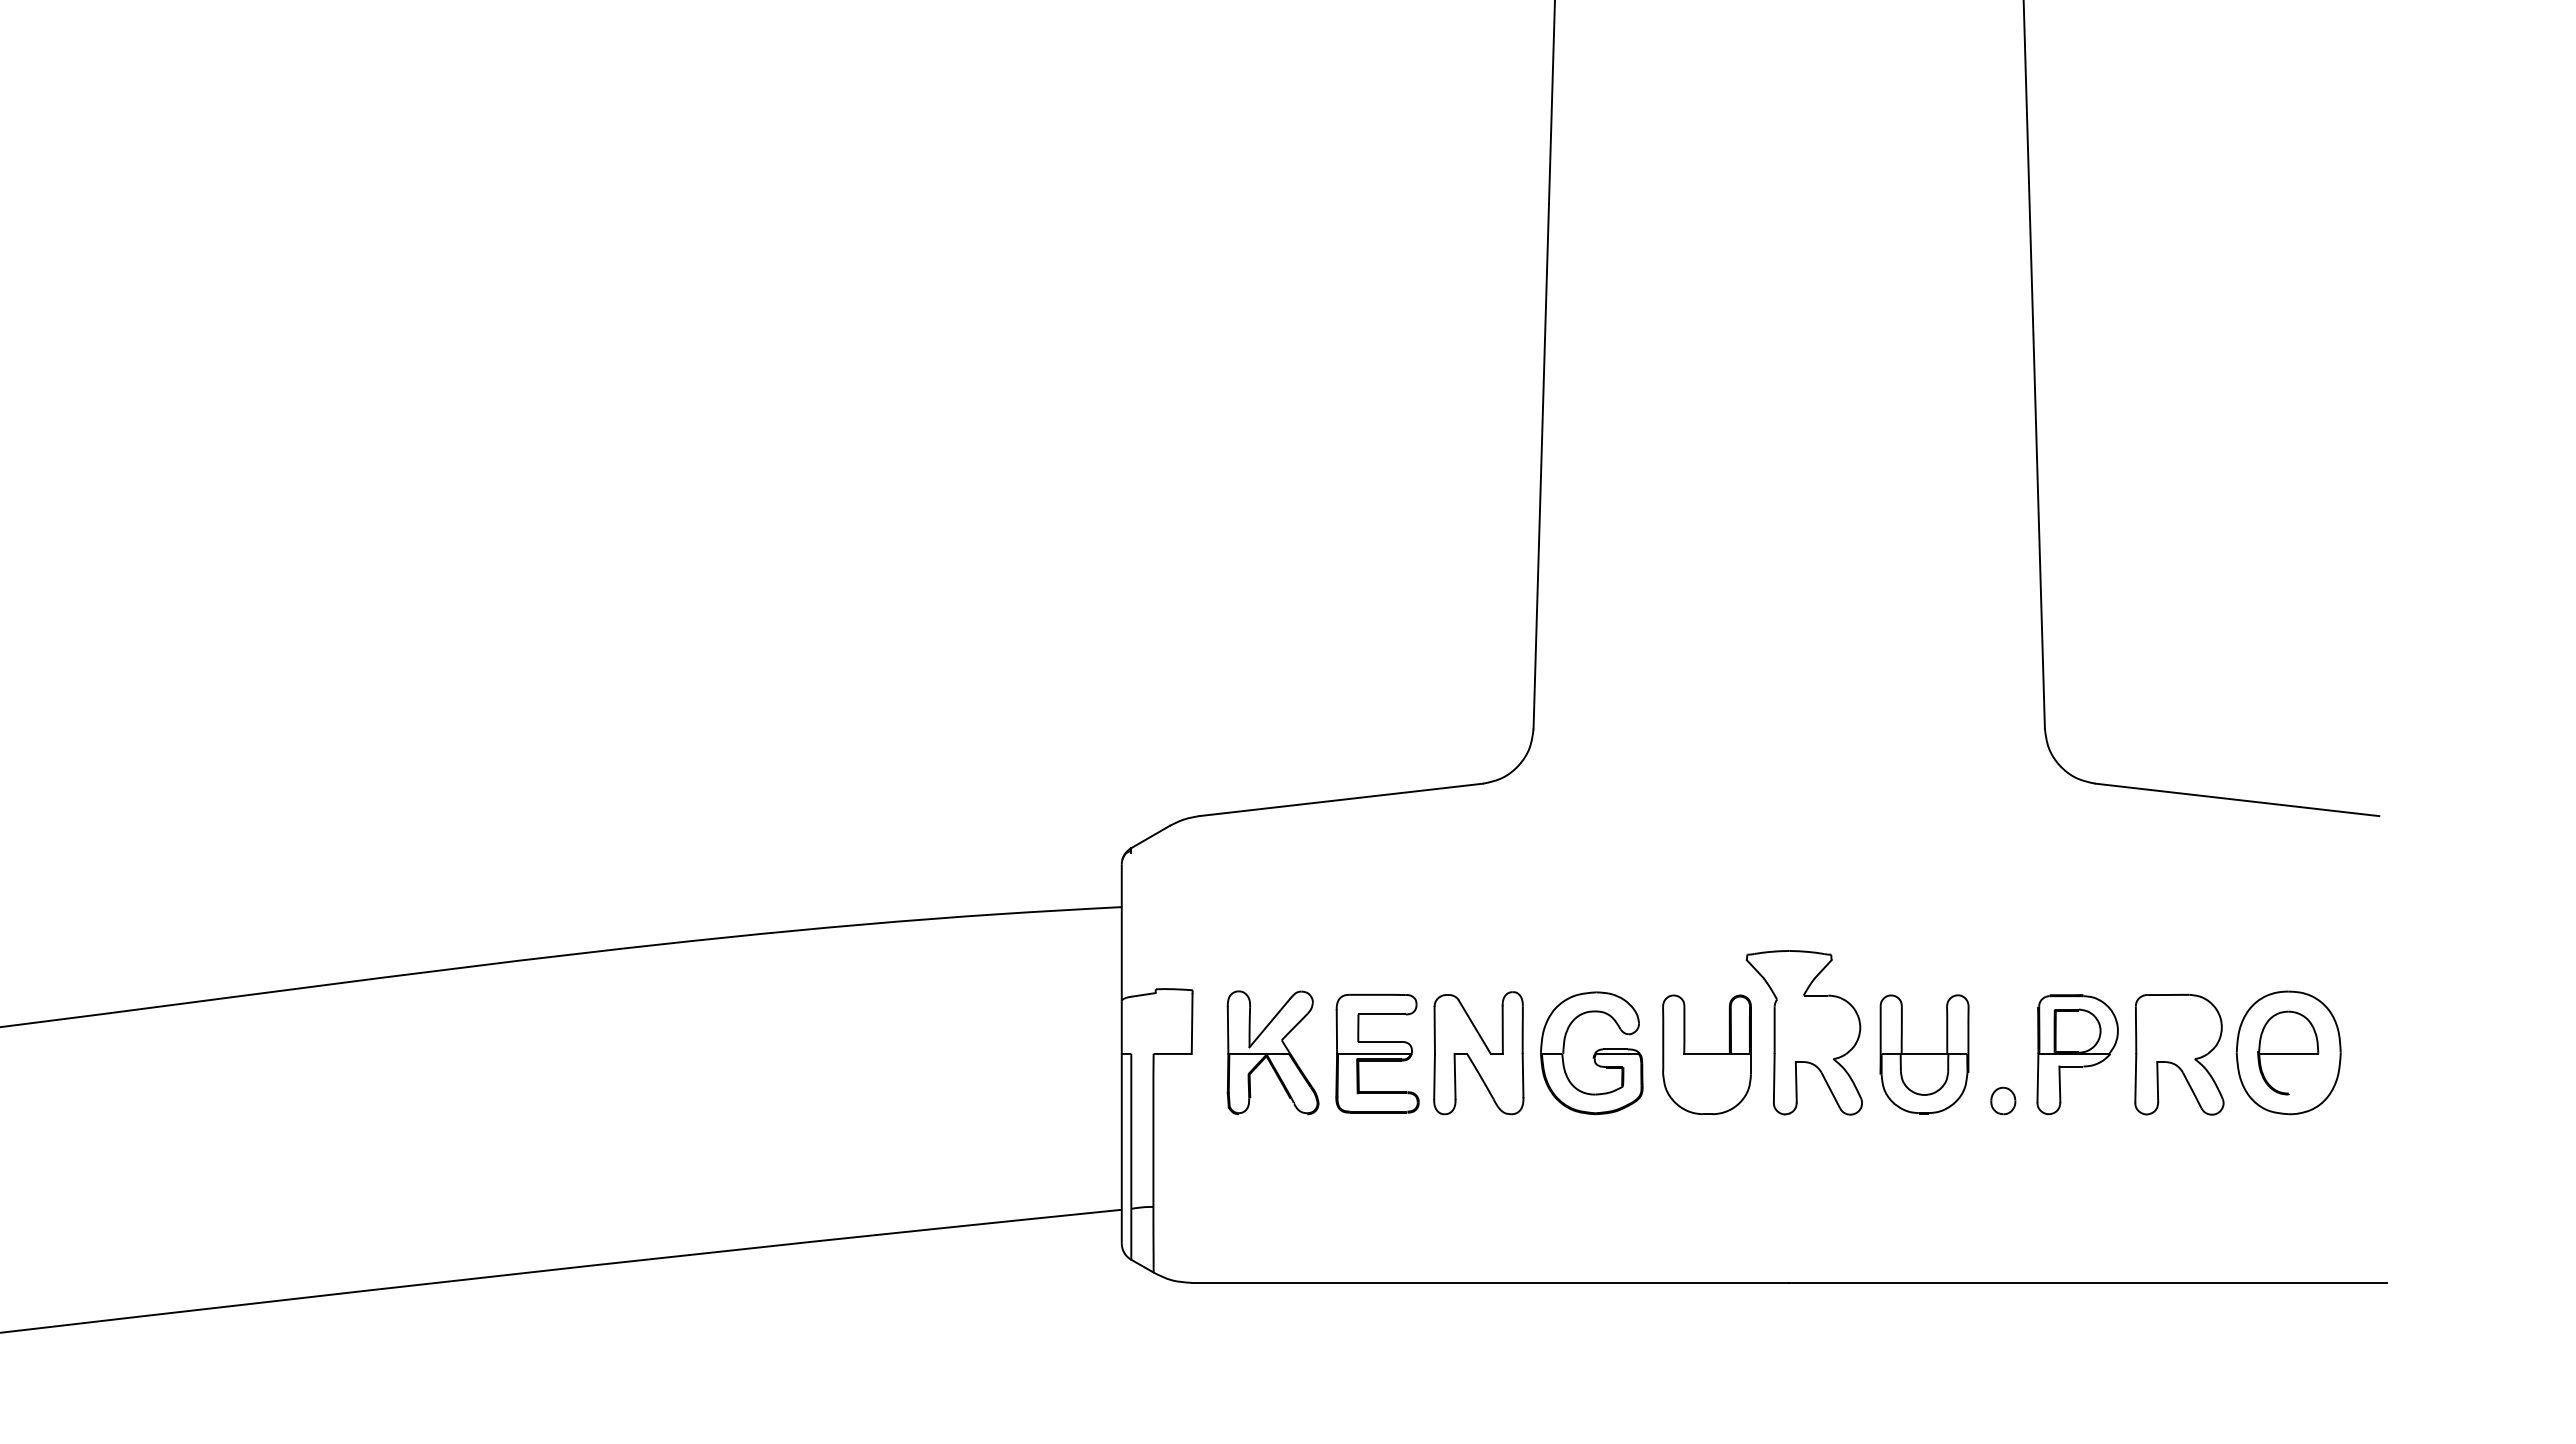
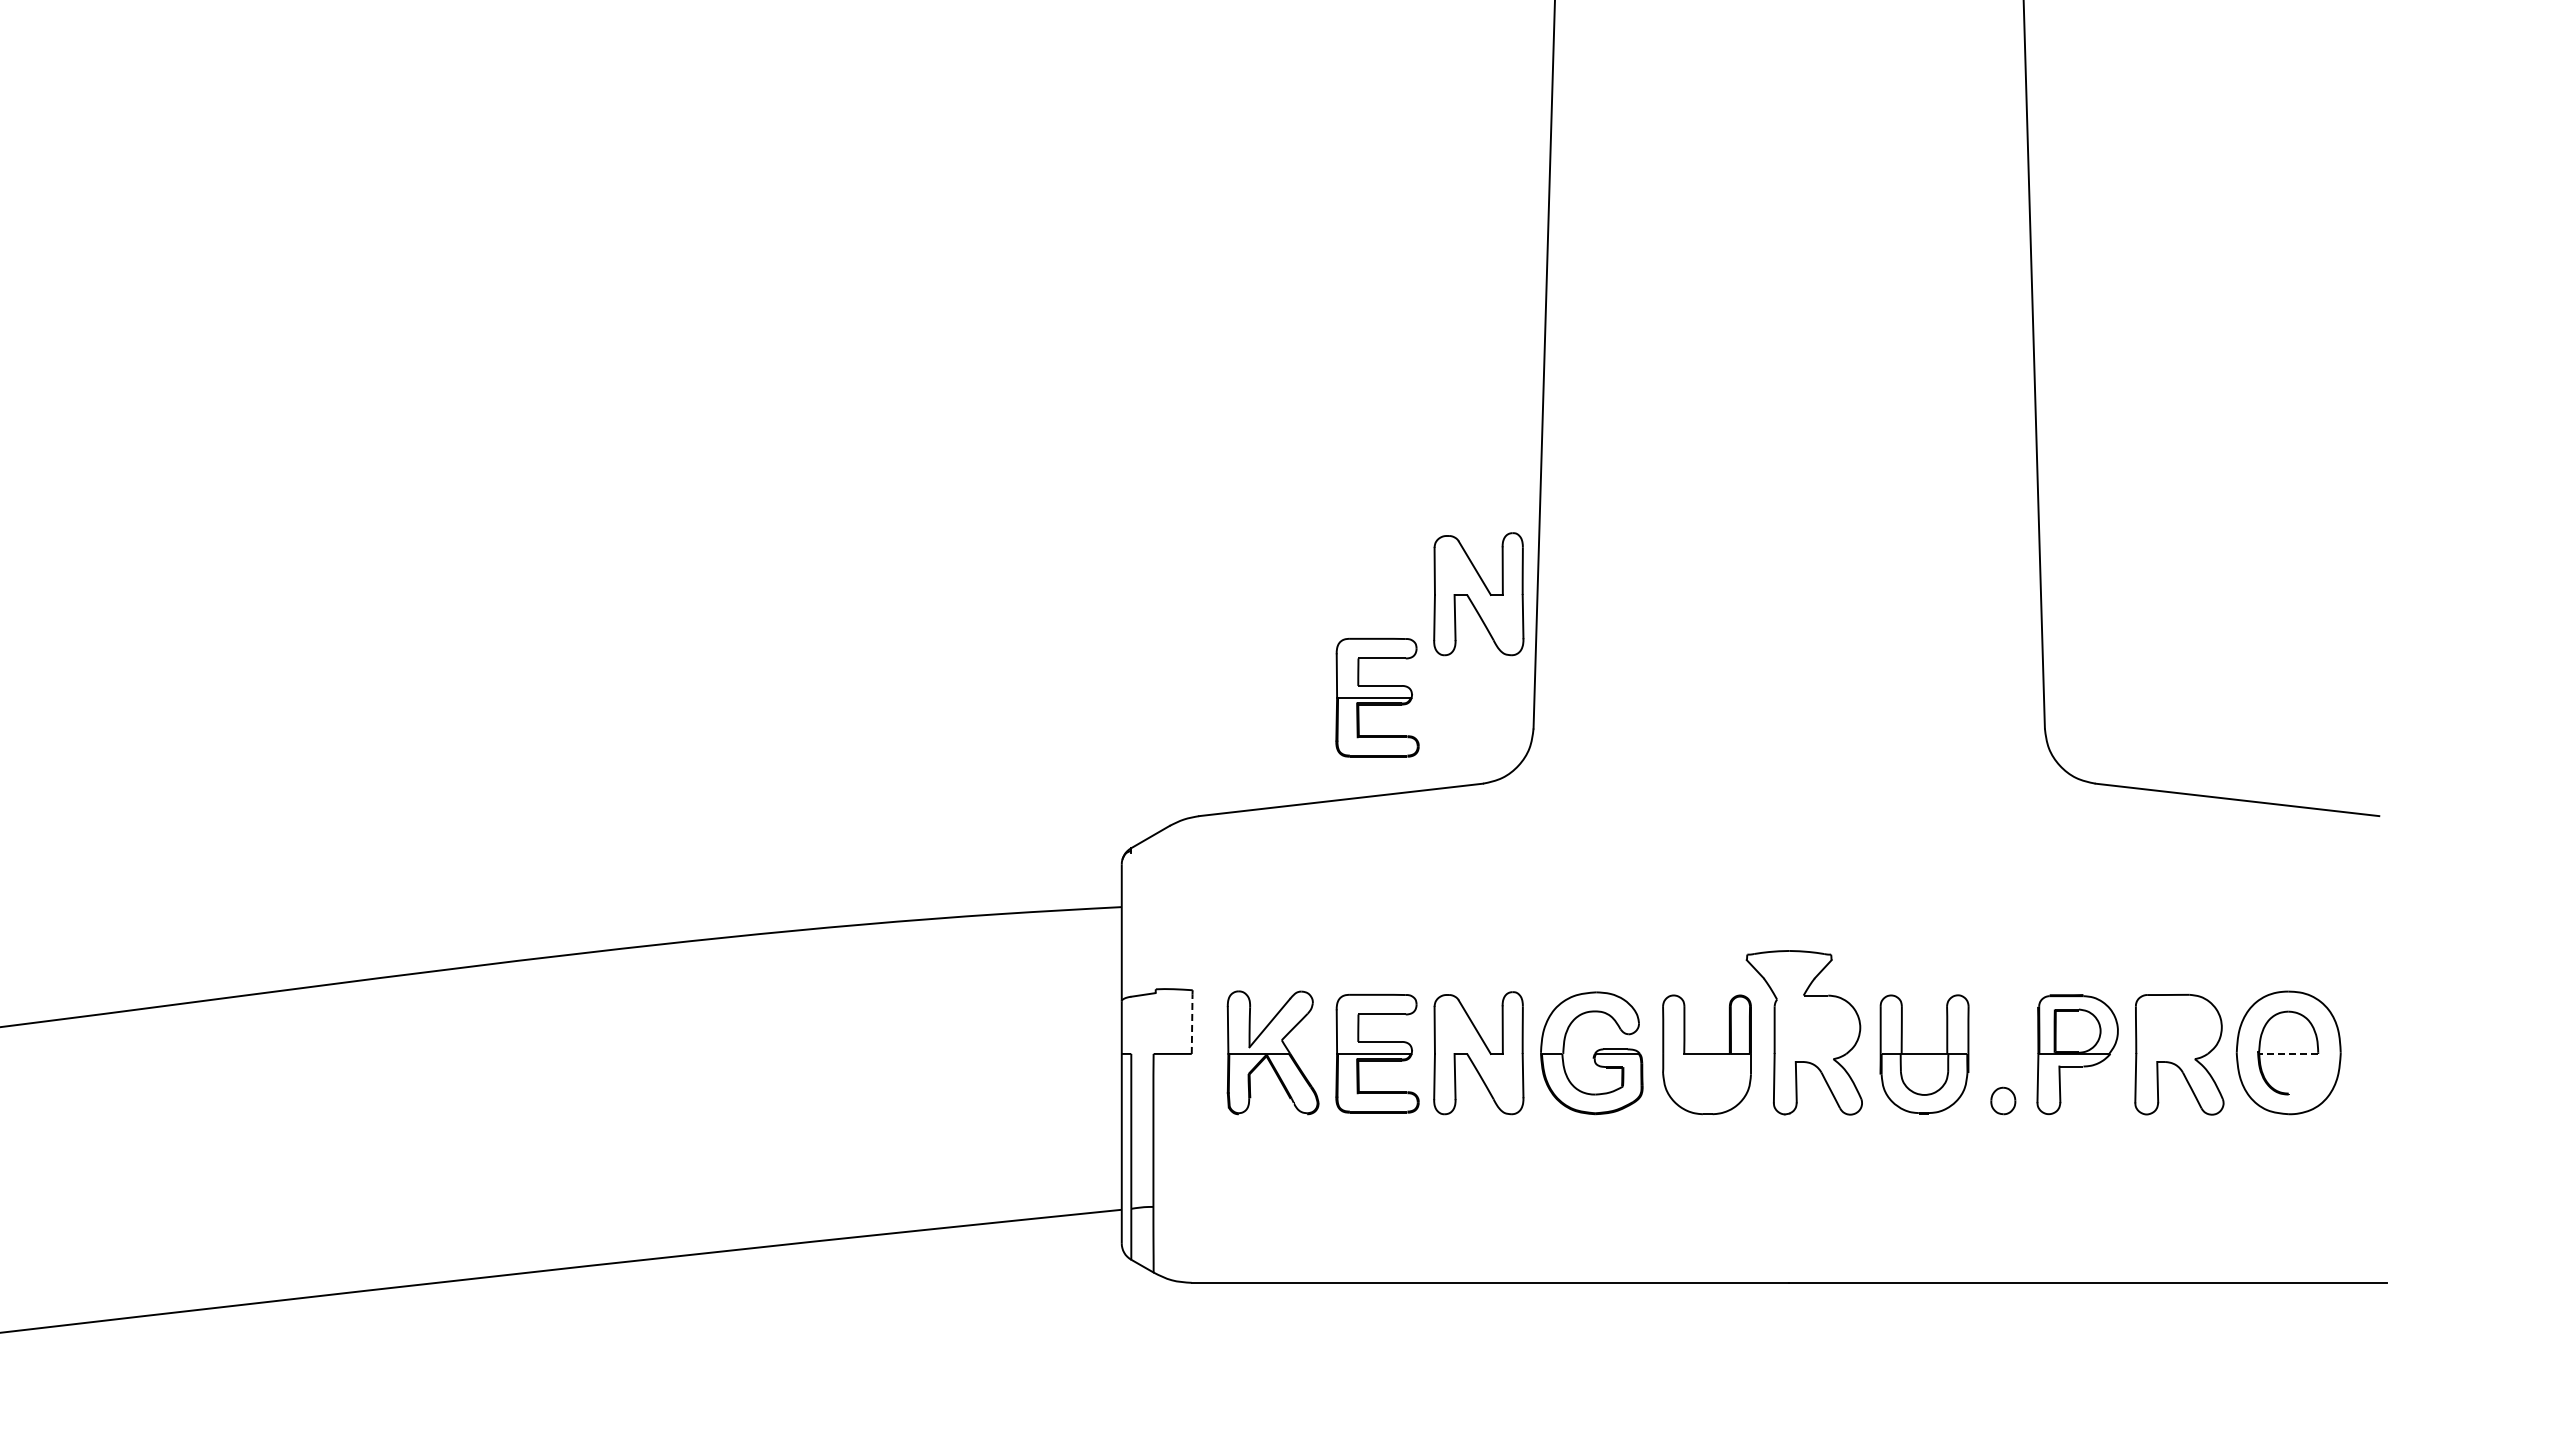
part at (1478, 594): none -> present
part at (1377, 697): none -> present
line at (1192, 1024): solid -> dashed
line at (2288, 1053): solid -> dashed
